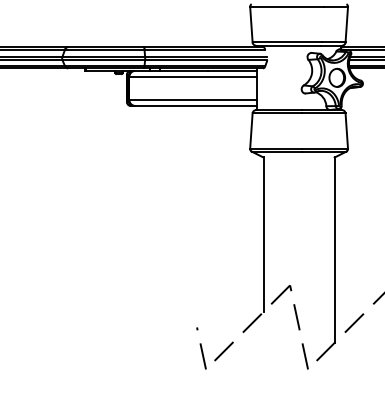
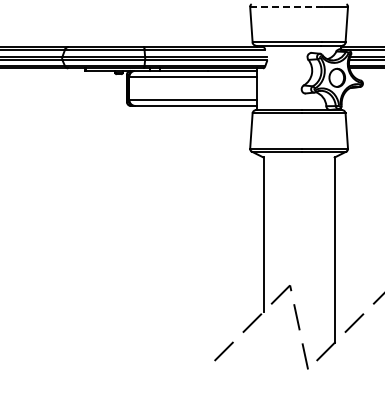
line at (286, 6): solid -> dashed
line at (201, 348): present -> none
